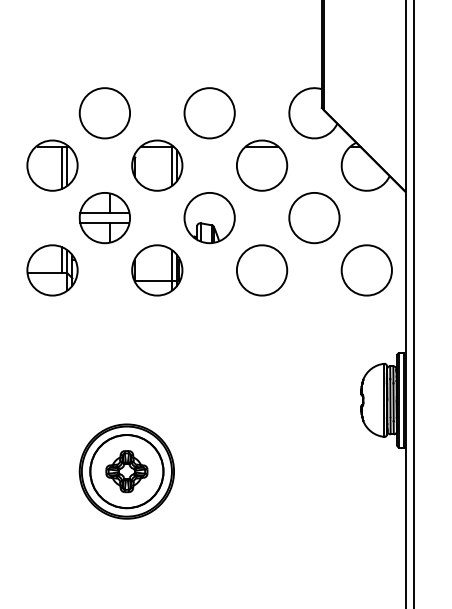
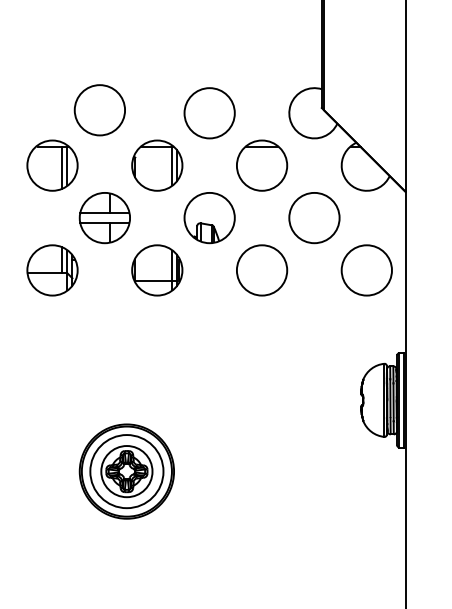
circle at (104, 113) position: (104, 113) -> (99, 110)
line at (413, 303): present -> none
circle at (126, 471) diameter: 73 px -> 51 px
